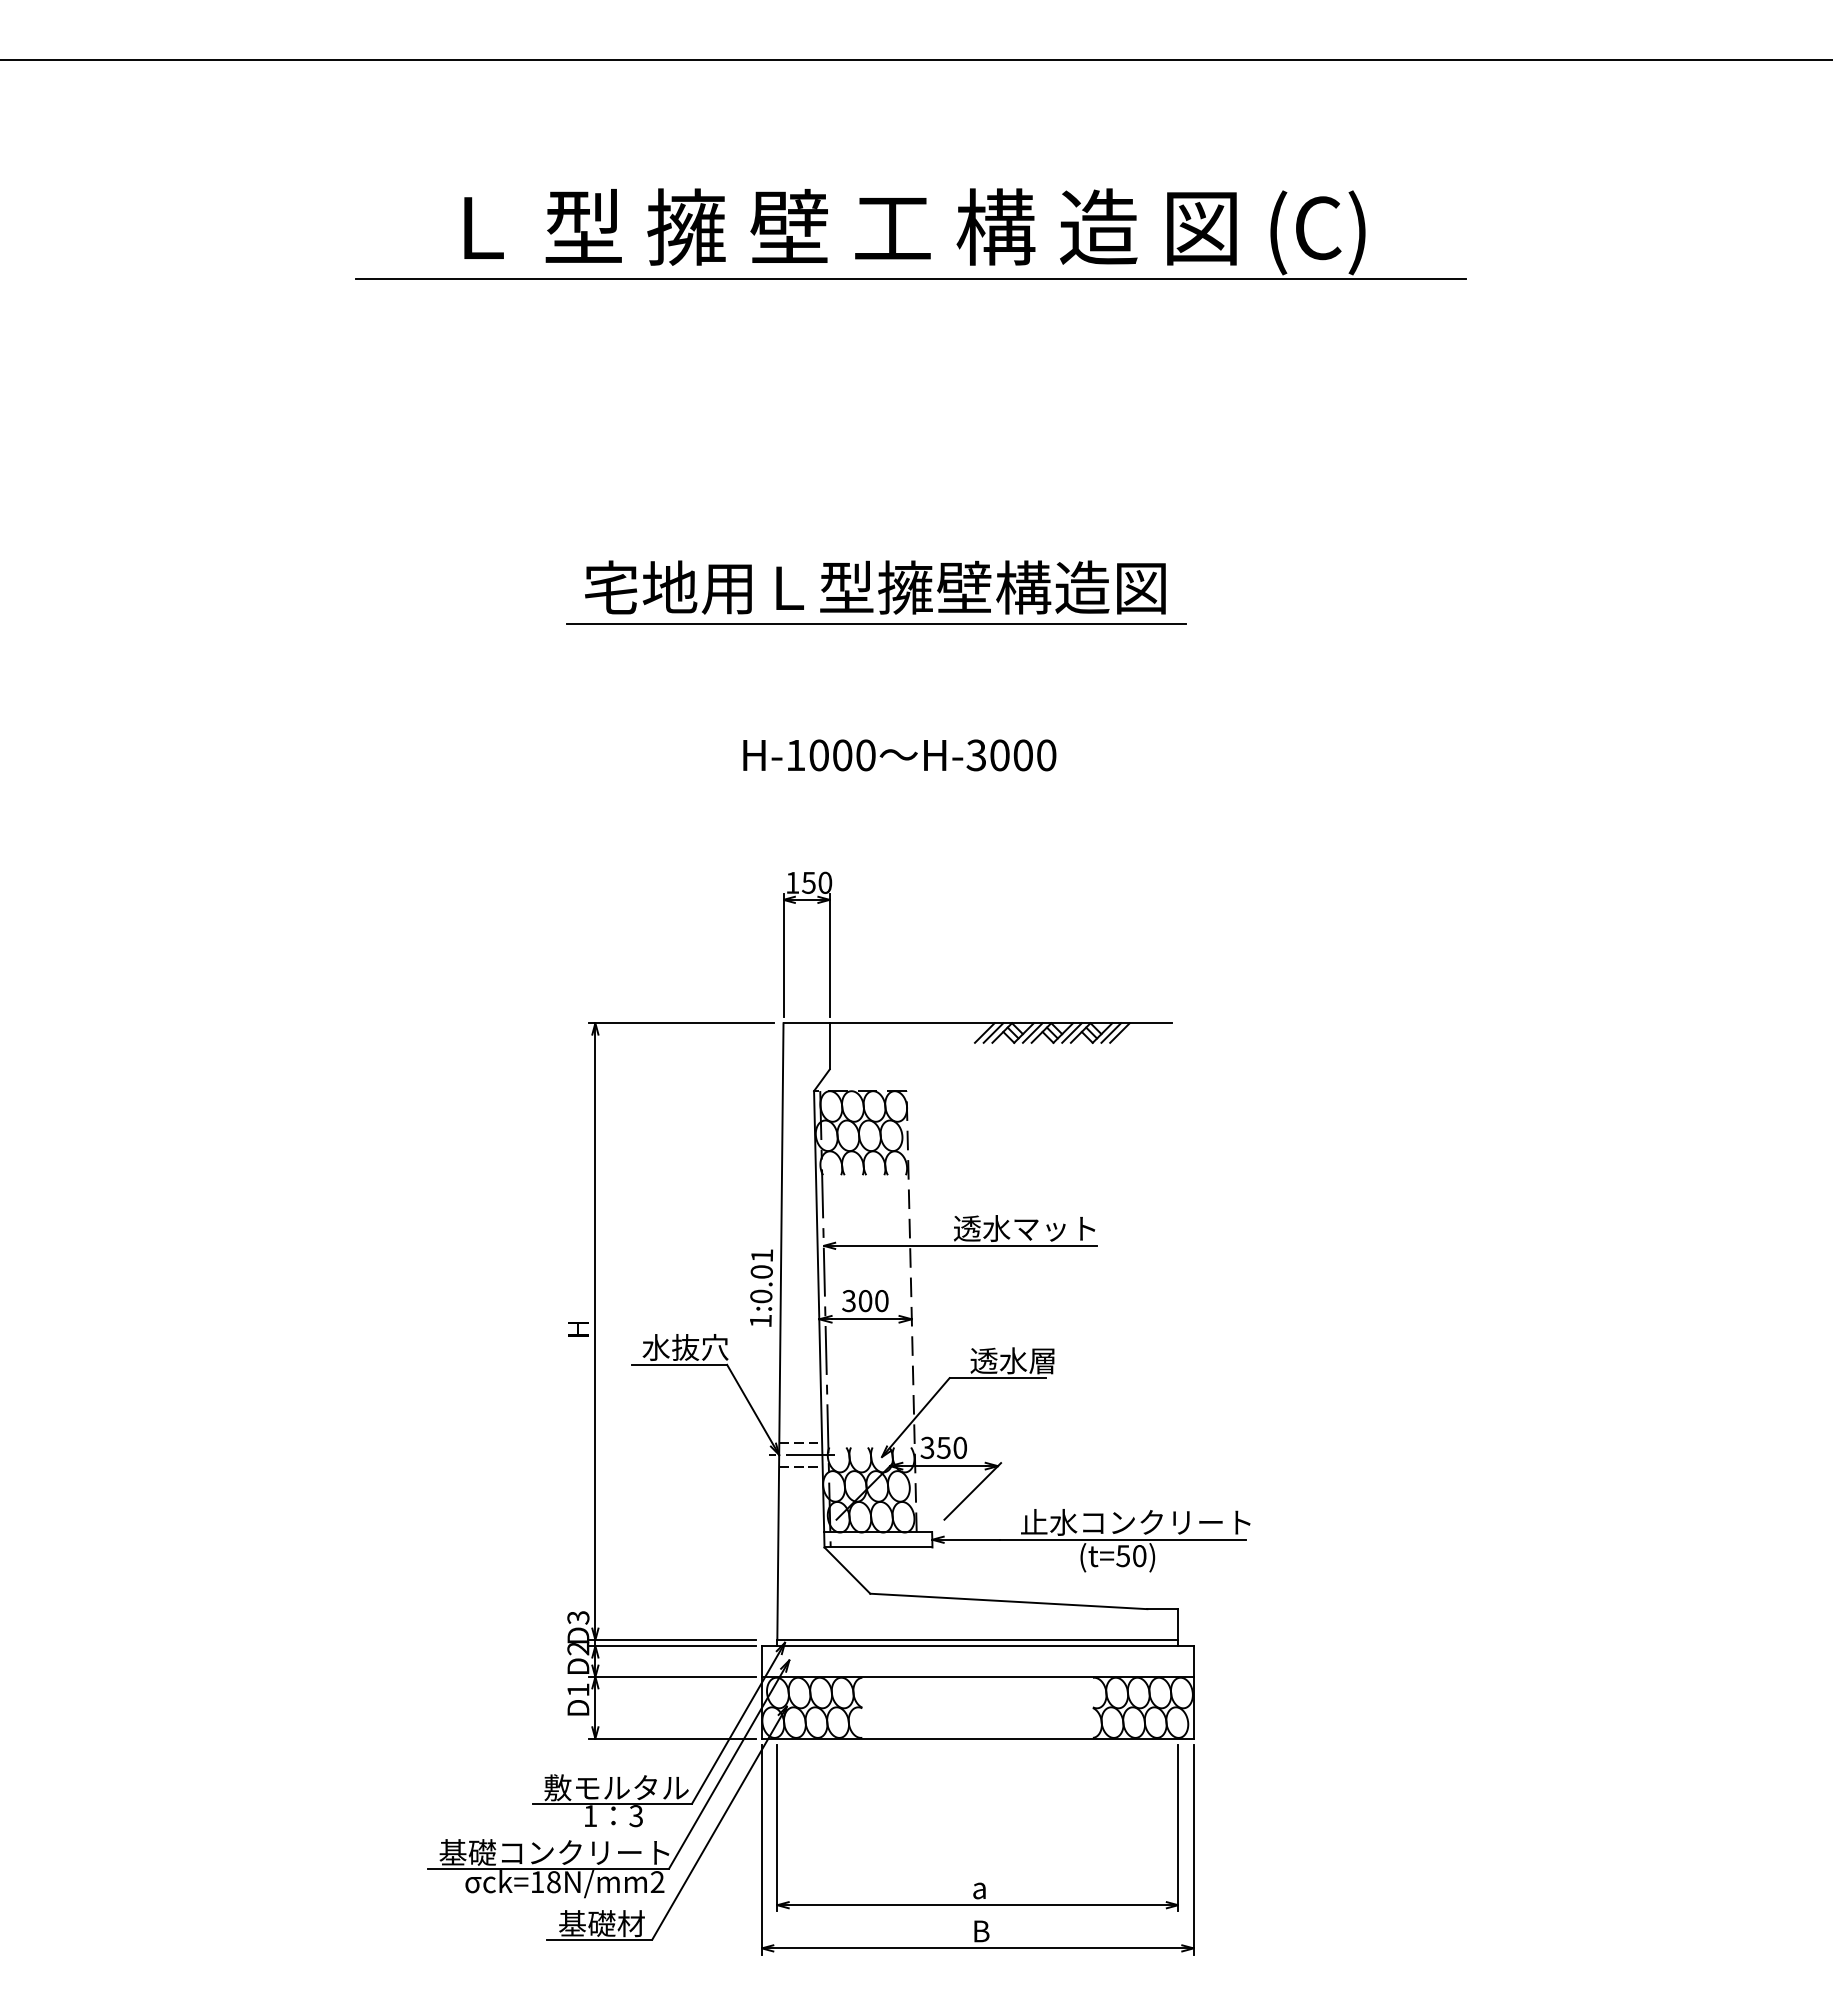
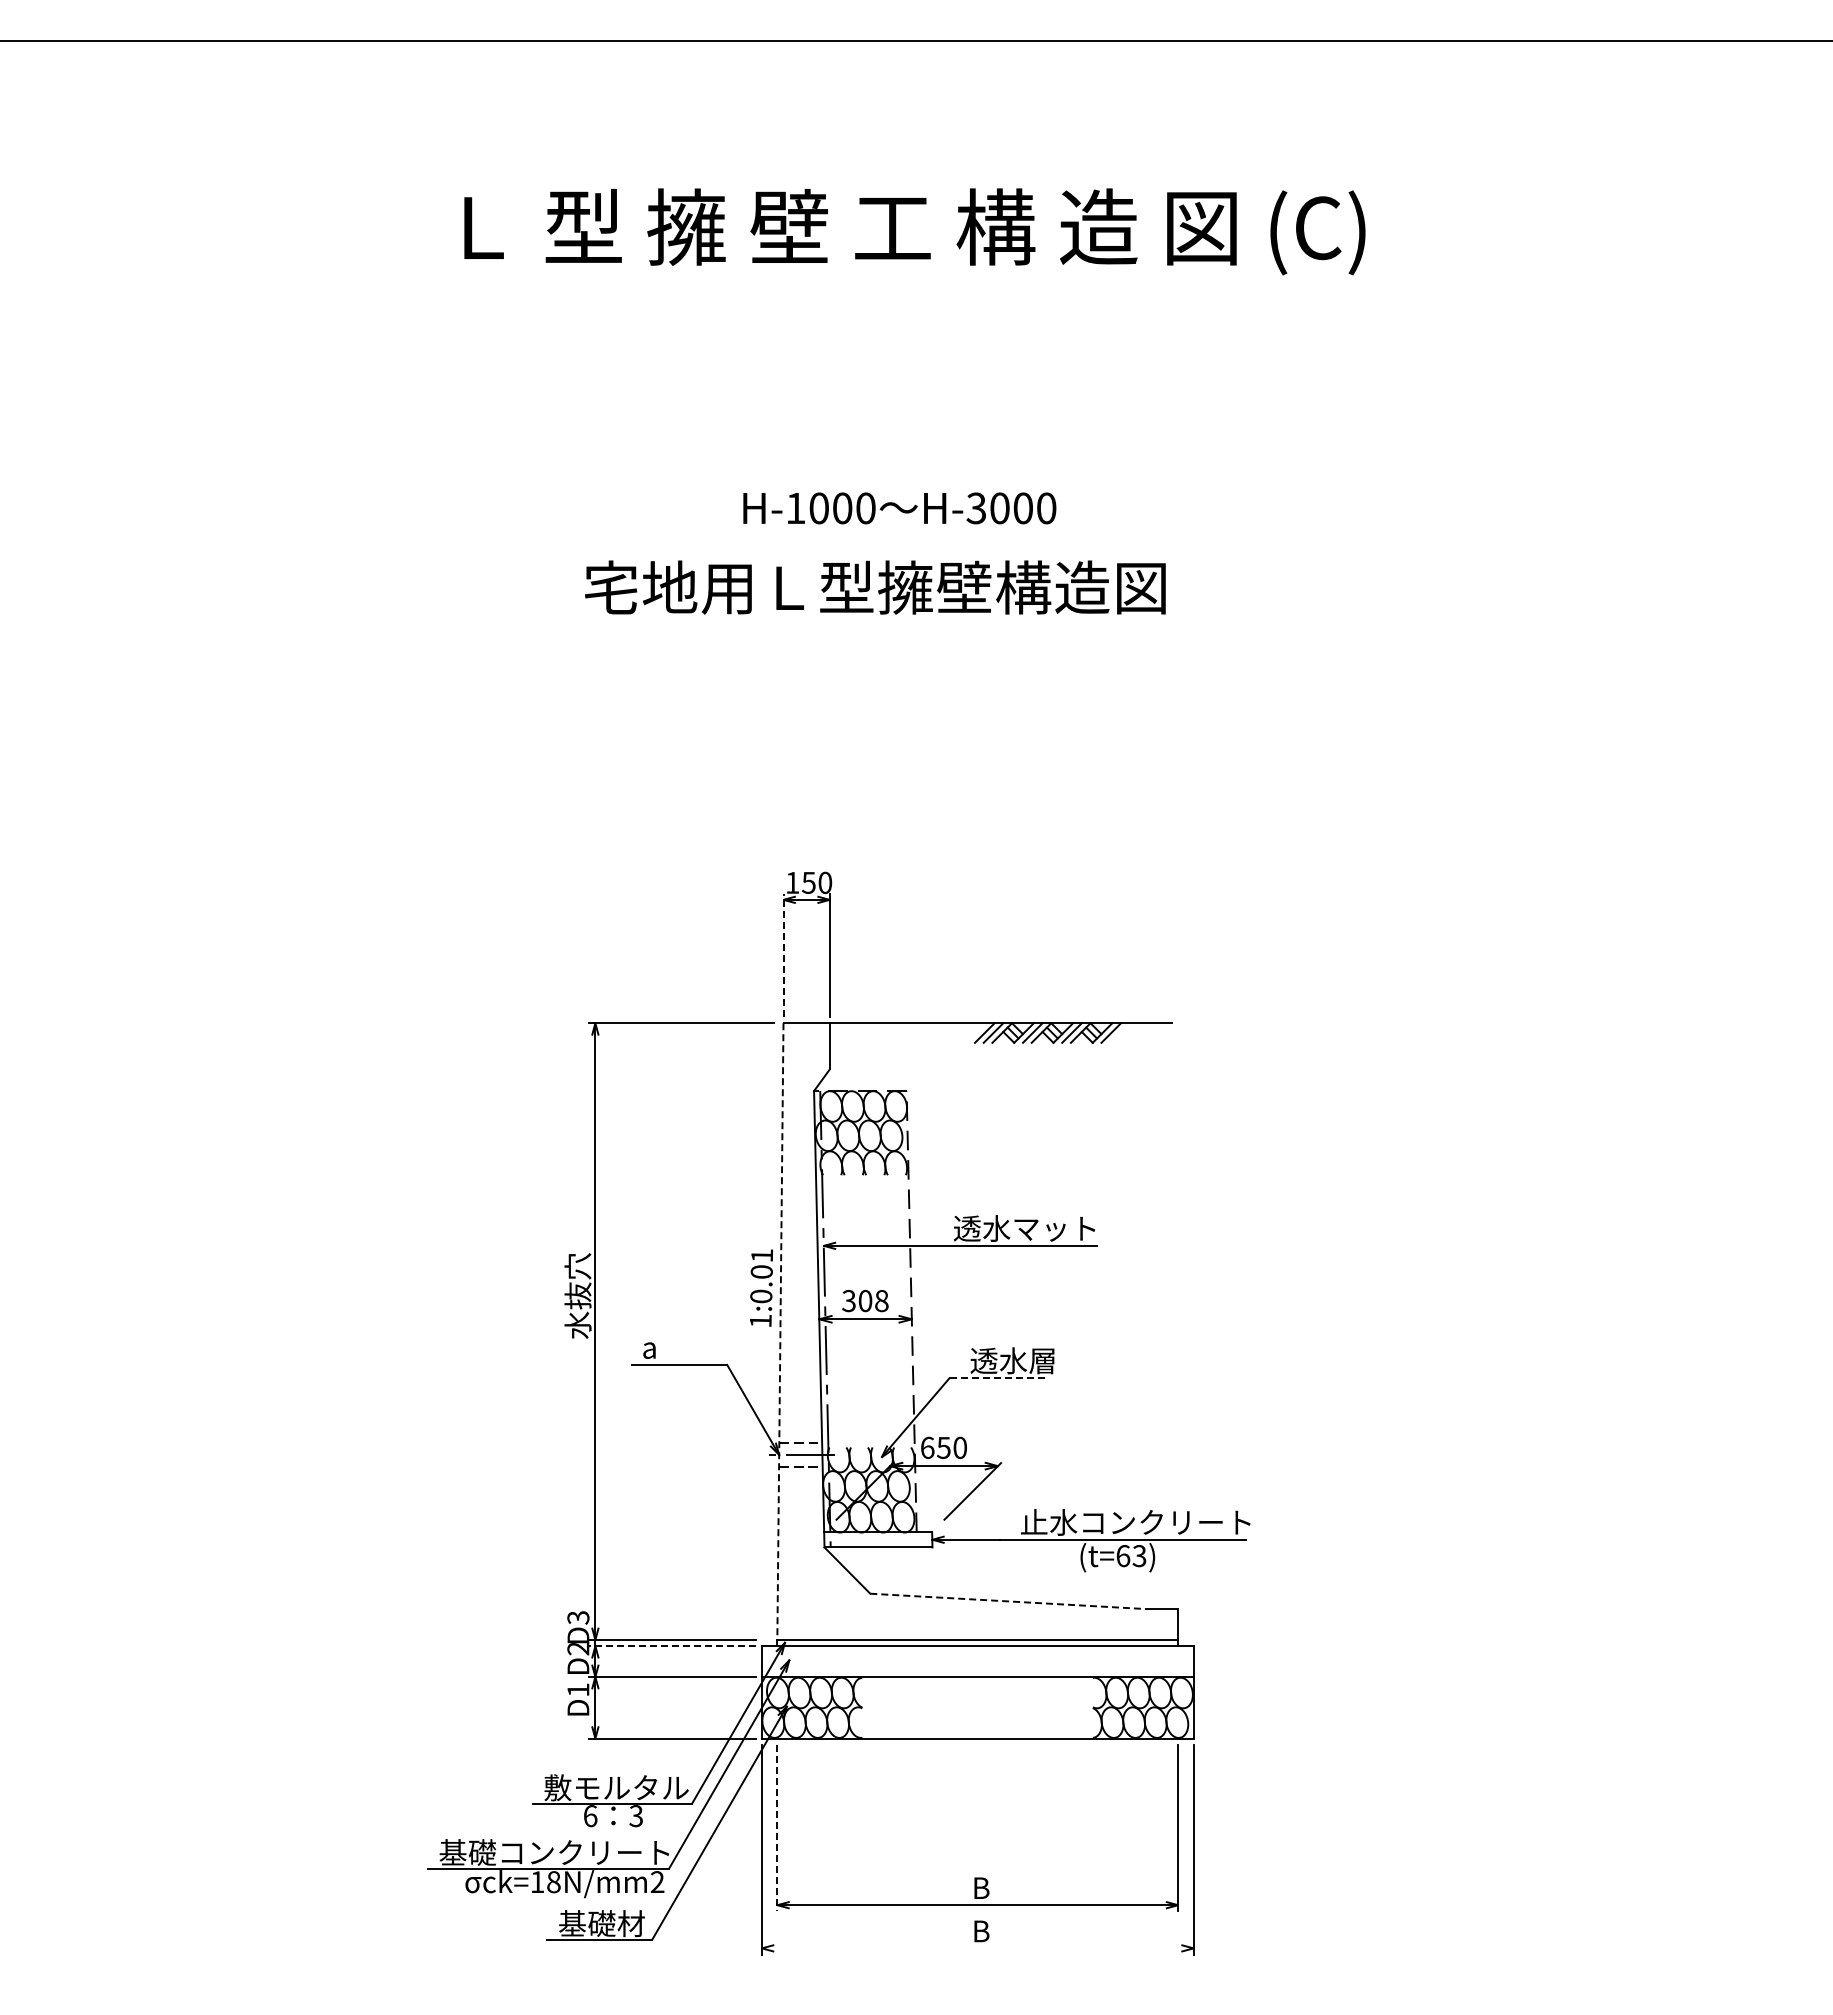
line at (915, 60) position: (915, 60) -> (915, 41)
line at (910, 278): present -> none
line at (876, 623): present -> none
text at (899, 755) position: (899, 755) -> (899, 508)
line at (783, 955): solid -> dashed
line at (1119, 1032): present -> none
text at (577, 1295): H -> 水抜穴
text at (881, 1300): 300 -> 308
line at (780, 1332): solid -> dashed
text at (685, 1347): 水抜穴 -> a
line at (997, 1378): solid -> dashed
text at (927, 1447): 350 -> 650
text at (1131, 1556): (t=50) -> (t=63)
line at (1008, 1601): solid -> dashed
line at (671, 1646): solid -> dashed
text at (590, 1816): 1 -> 6
line at (777, 1828): solid -> dashed
text at (981, 1888): a -> B
line at (977, 1948): present -> none
